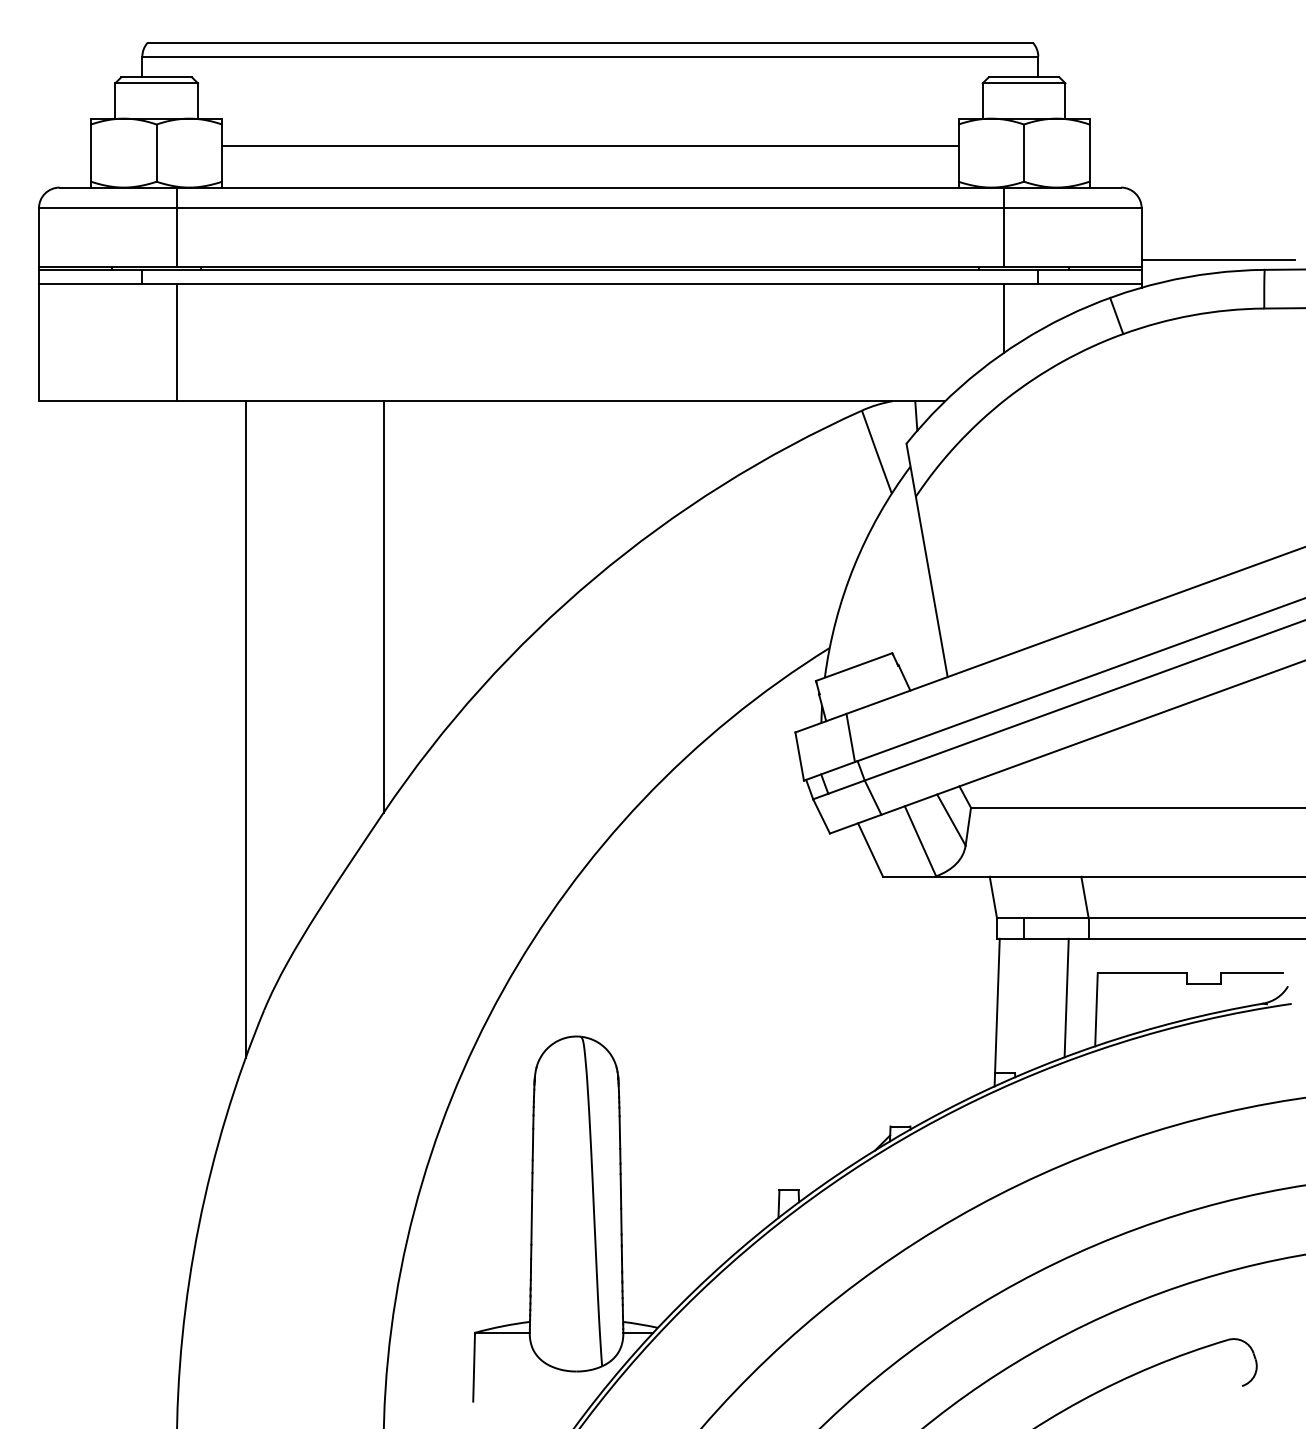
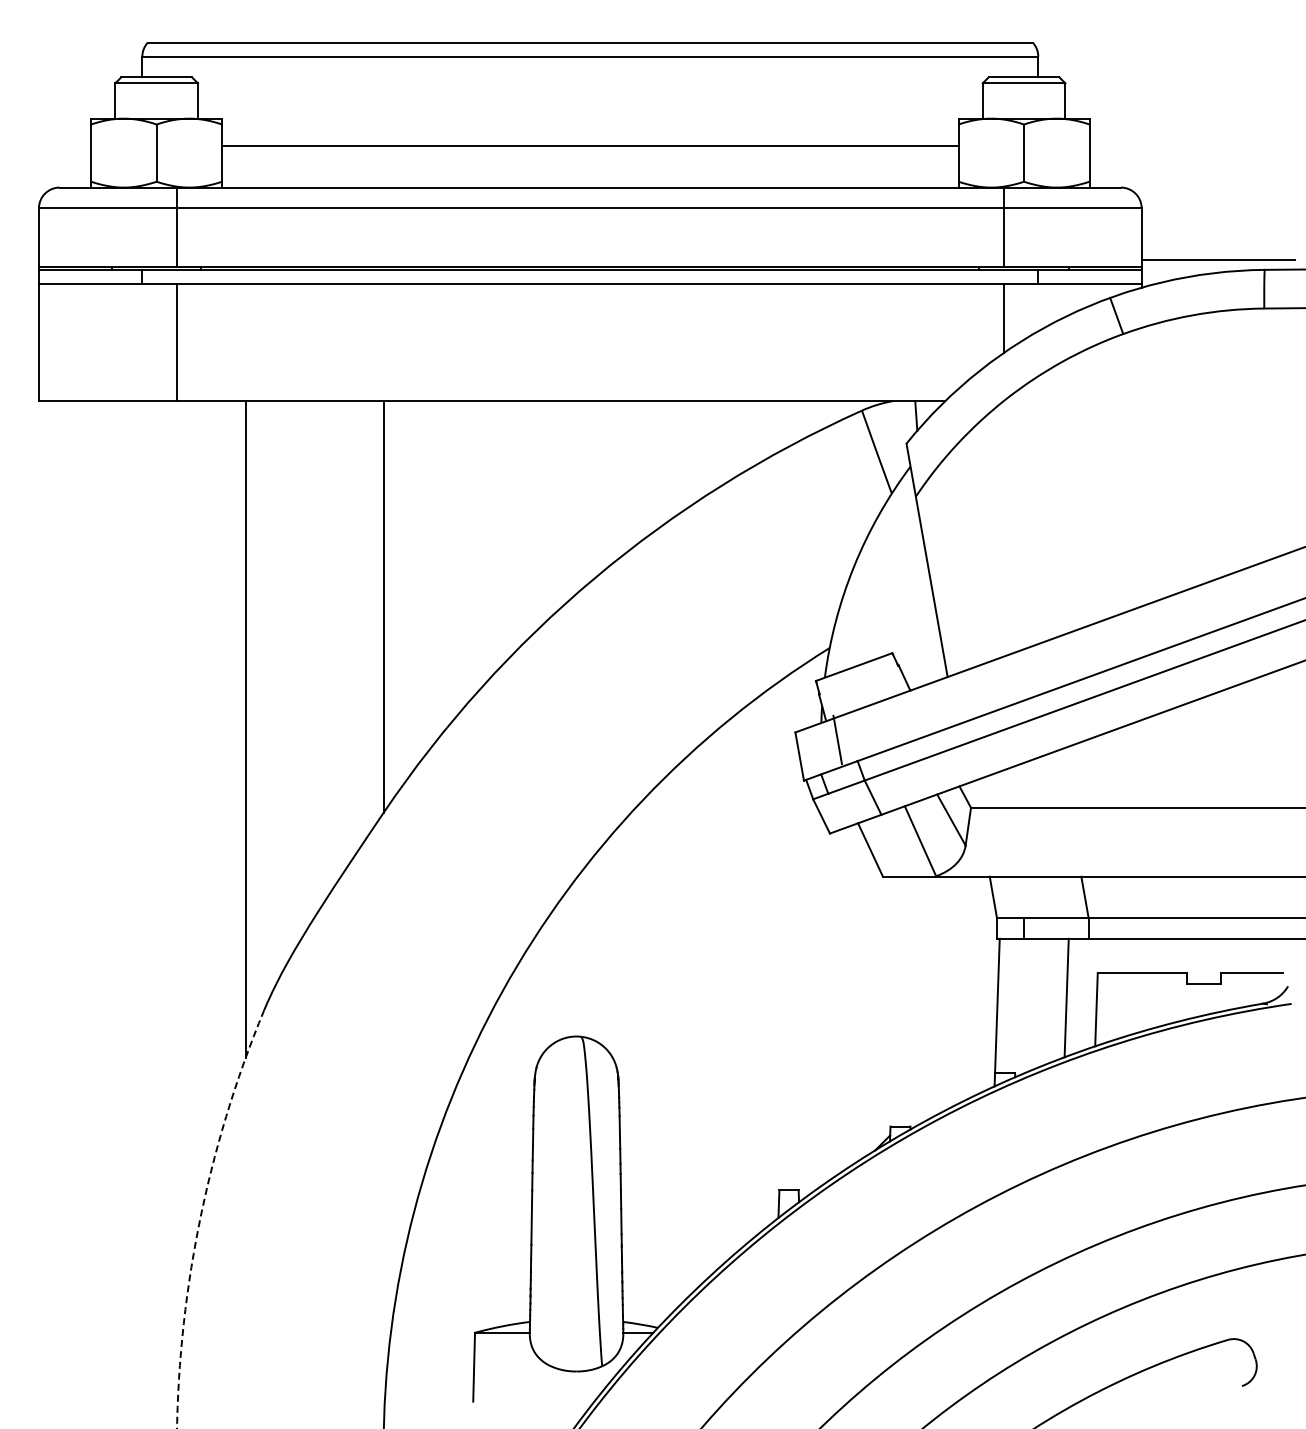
line at (850, 737) position: (850, 737) -> (837, 739)
arc at (200, 1216): solid -> dashed
